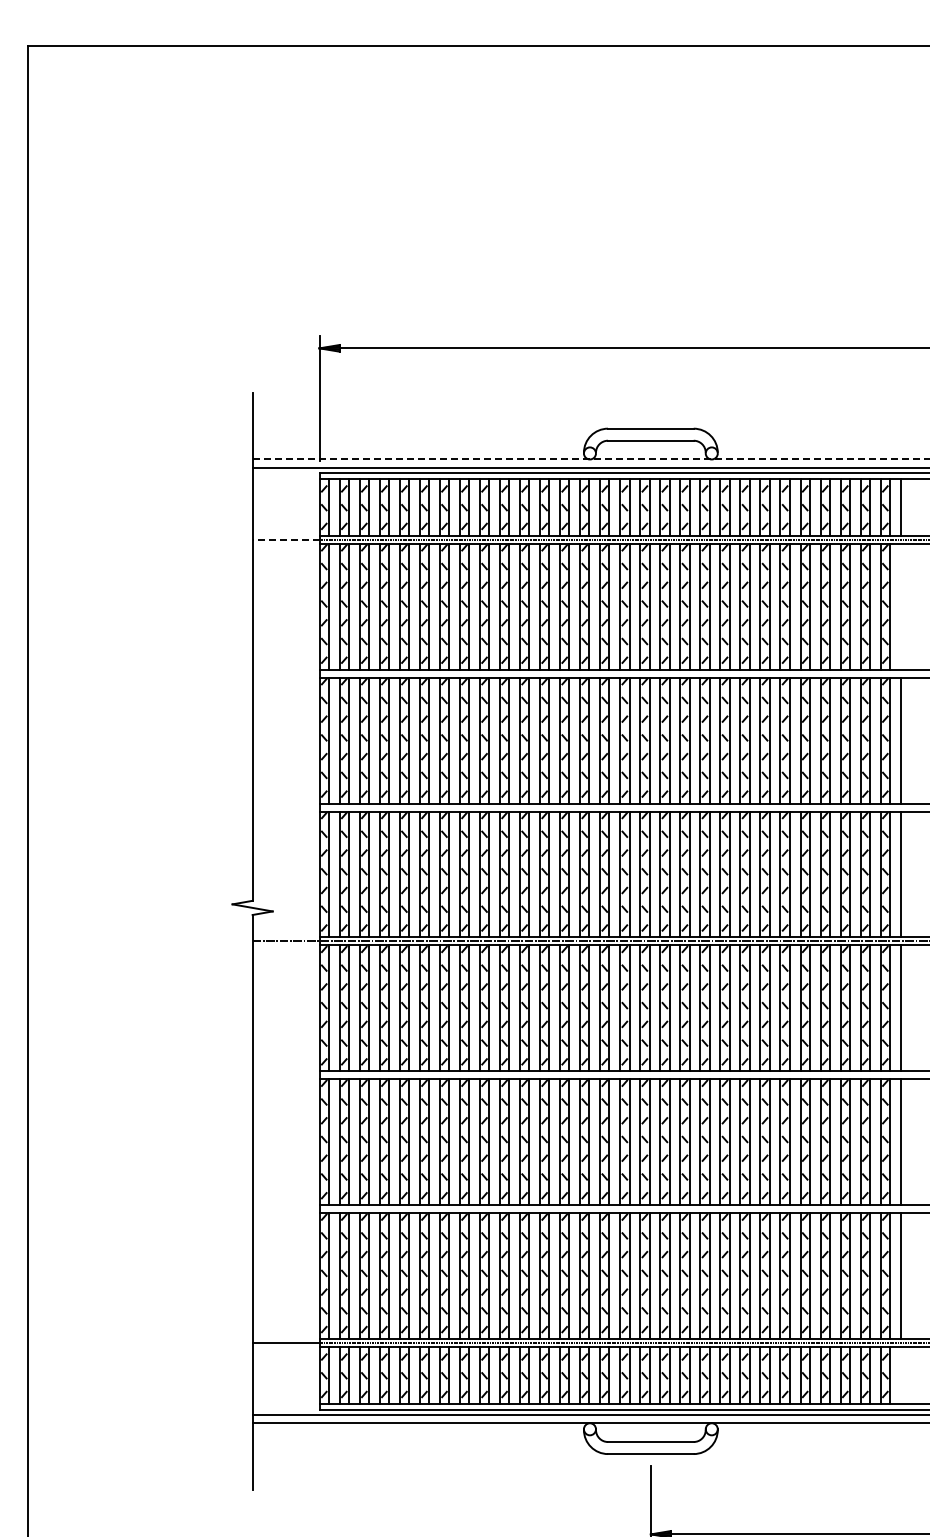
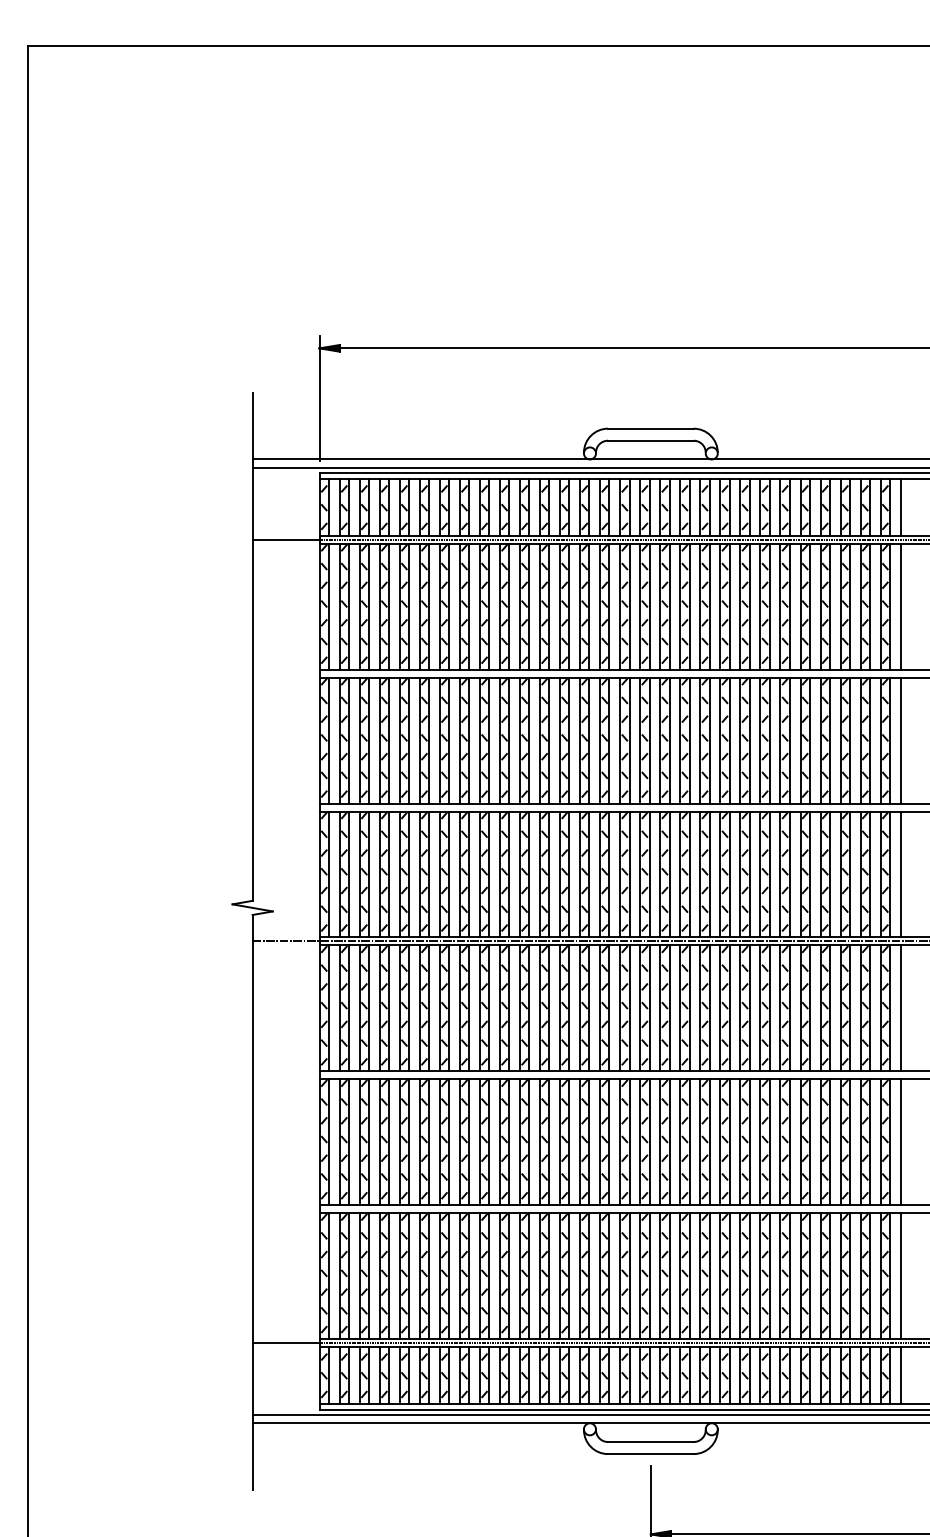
line at (591, 459): dashed -> solid
line at (285, 539): dashed -> solid
line at (900, 606): none -> present
line at (900, 1374): none -> present
